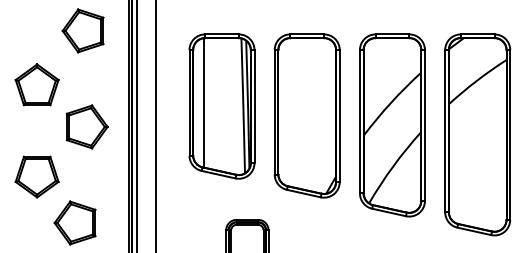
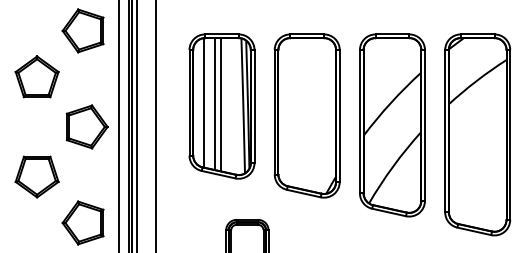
part at (36, 84) position: (36, 84) -> (36, 76)
line at (215, 104): none -> present
line at (221, 104): none -> present
line at (118, 125): none -> present
part at (74, 222) position: (74, 222) -> (82, 222)
